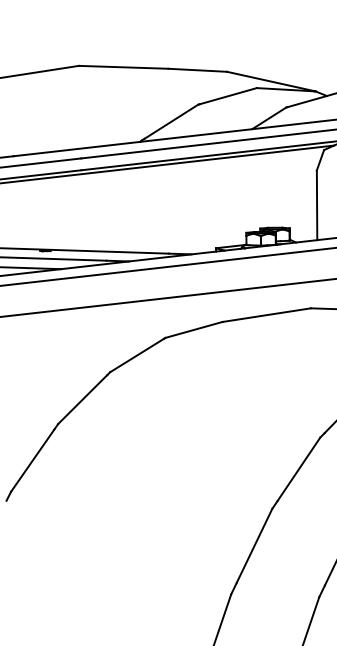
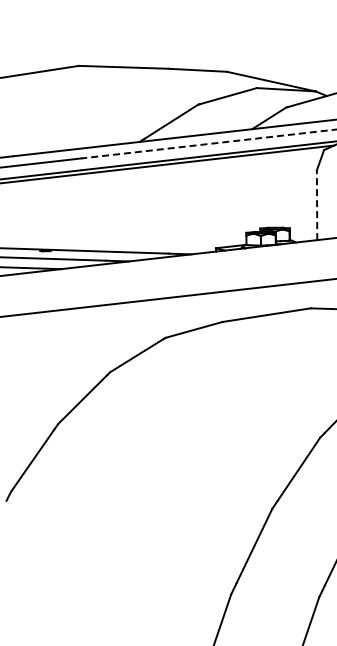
line at (208, 144): solid -> dashed
line at (317, 205): solid -> dashed
line at (167, 266): present -> none
